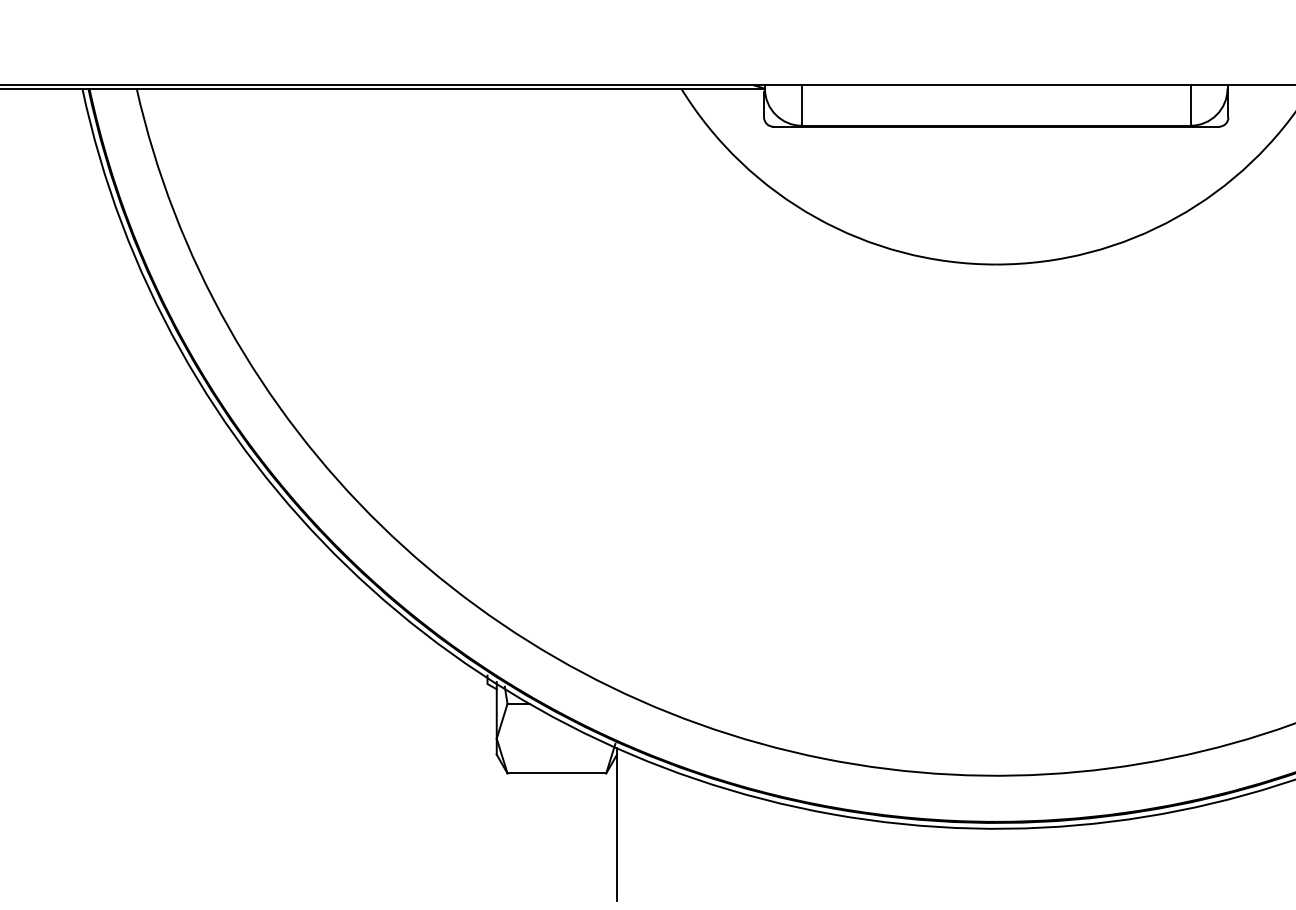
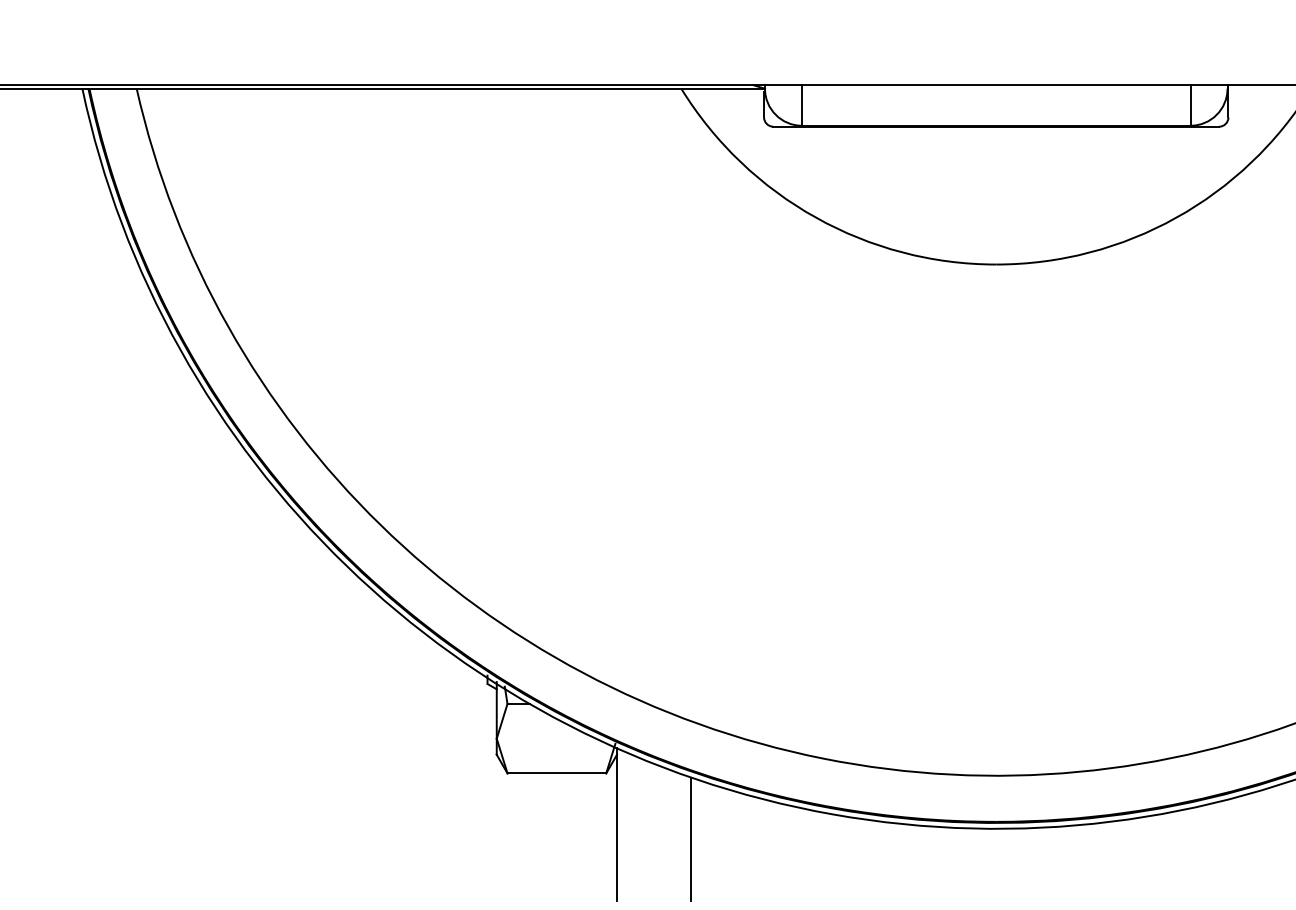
line at (691, 839): none -> present
